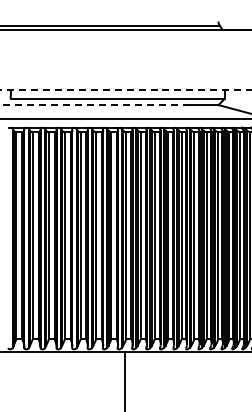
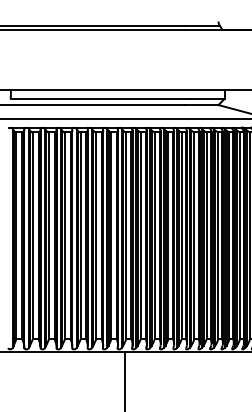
line at (126, 90): dashed -> solid
line at (93, 105): dashed -> solid
